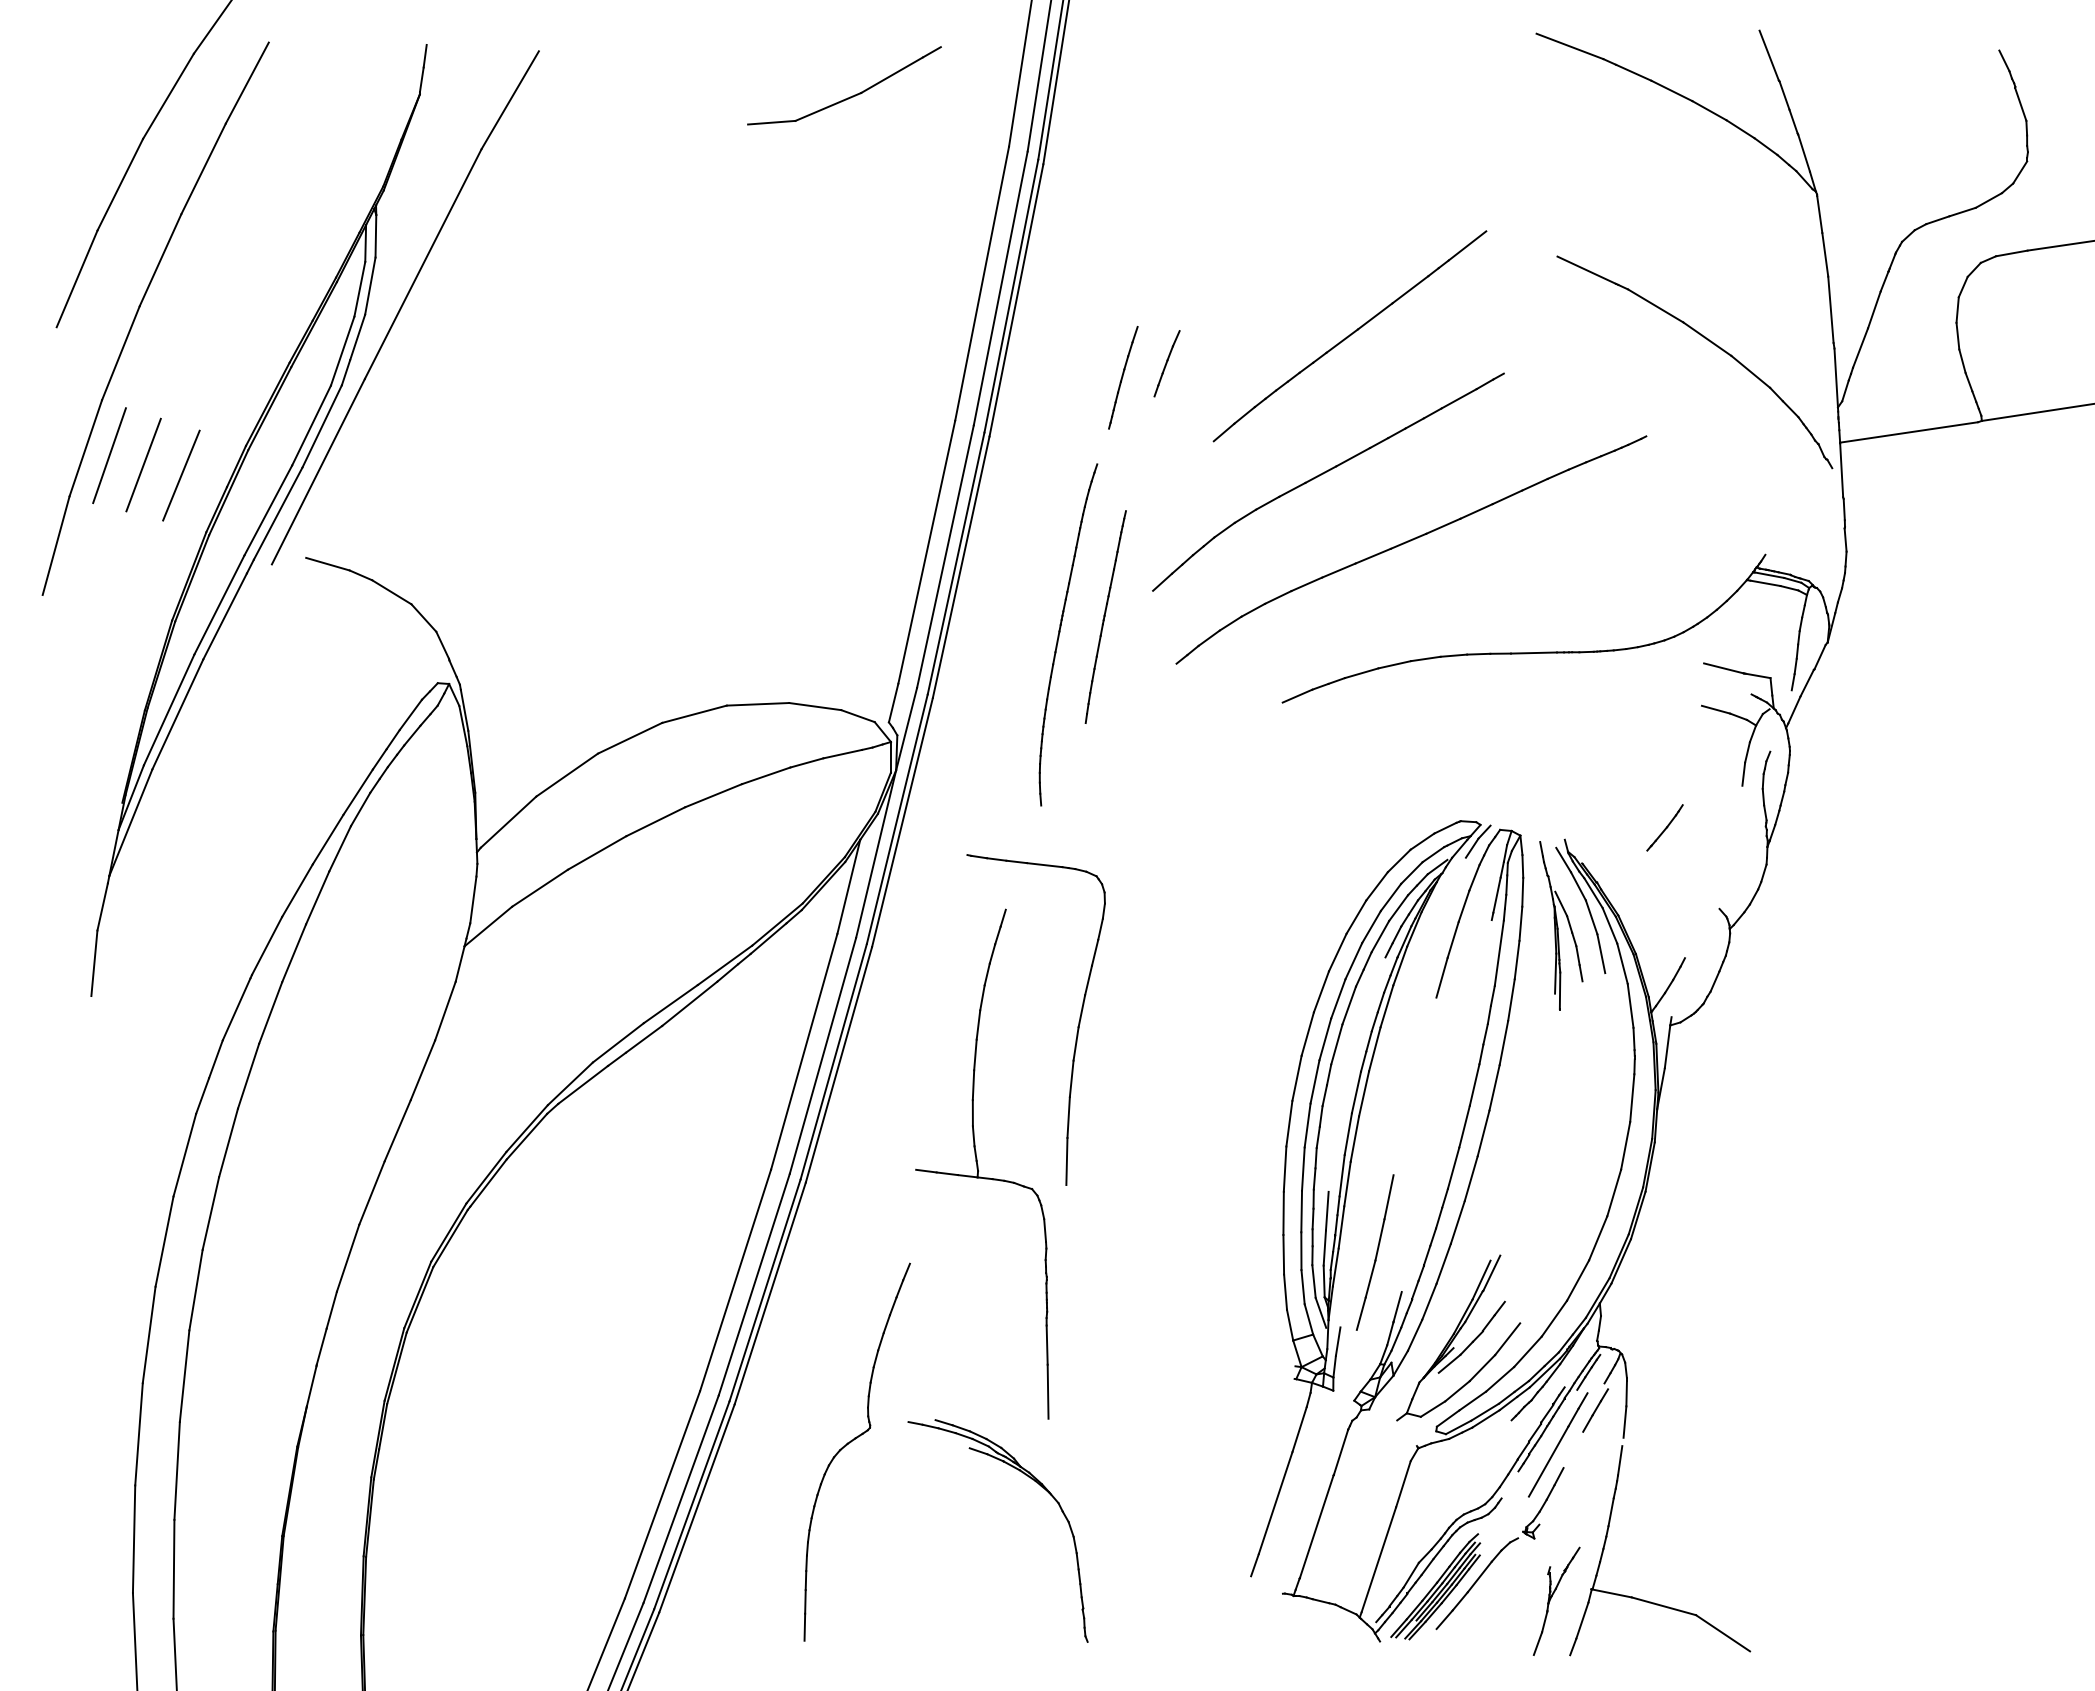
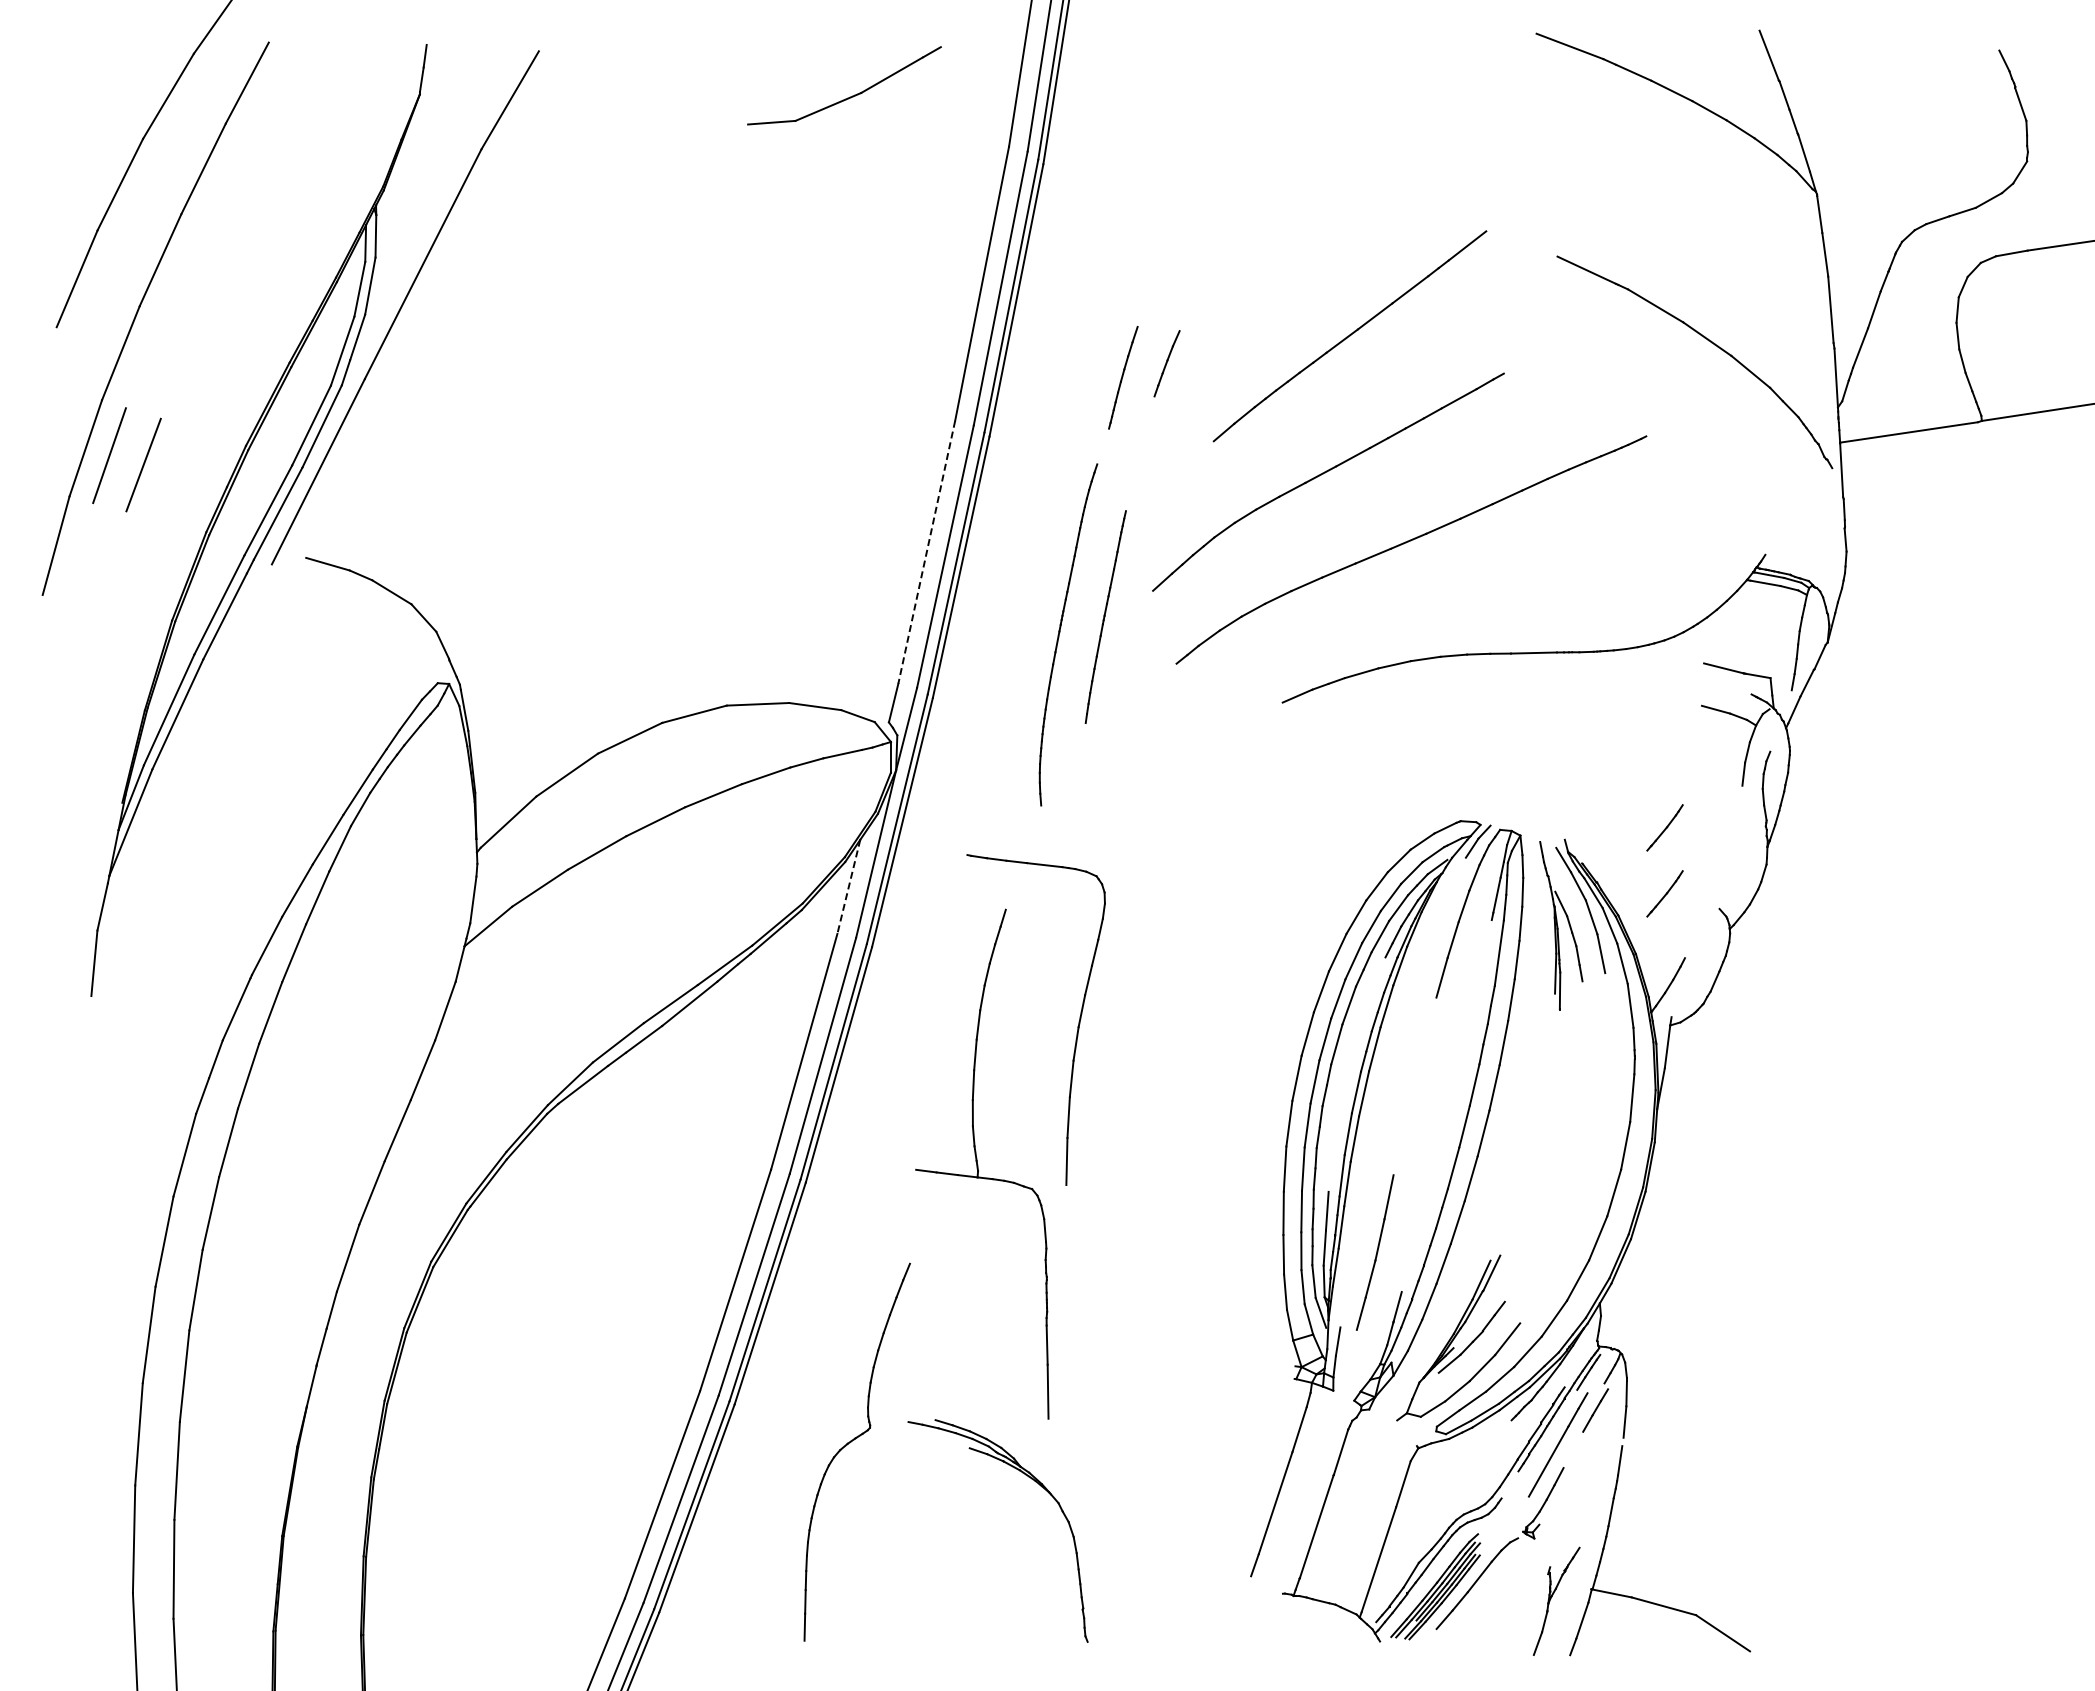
line at (181, 475): present -> none
line at (926, 552): solid -> dashed
line at (848, 887): solid -> dashed
part at (1664, 893): none -> present
